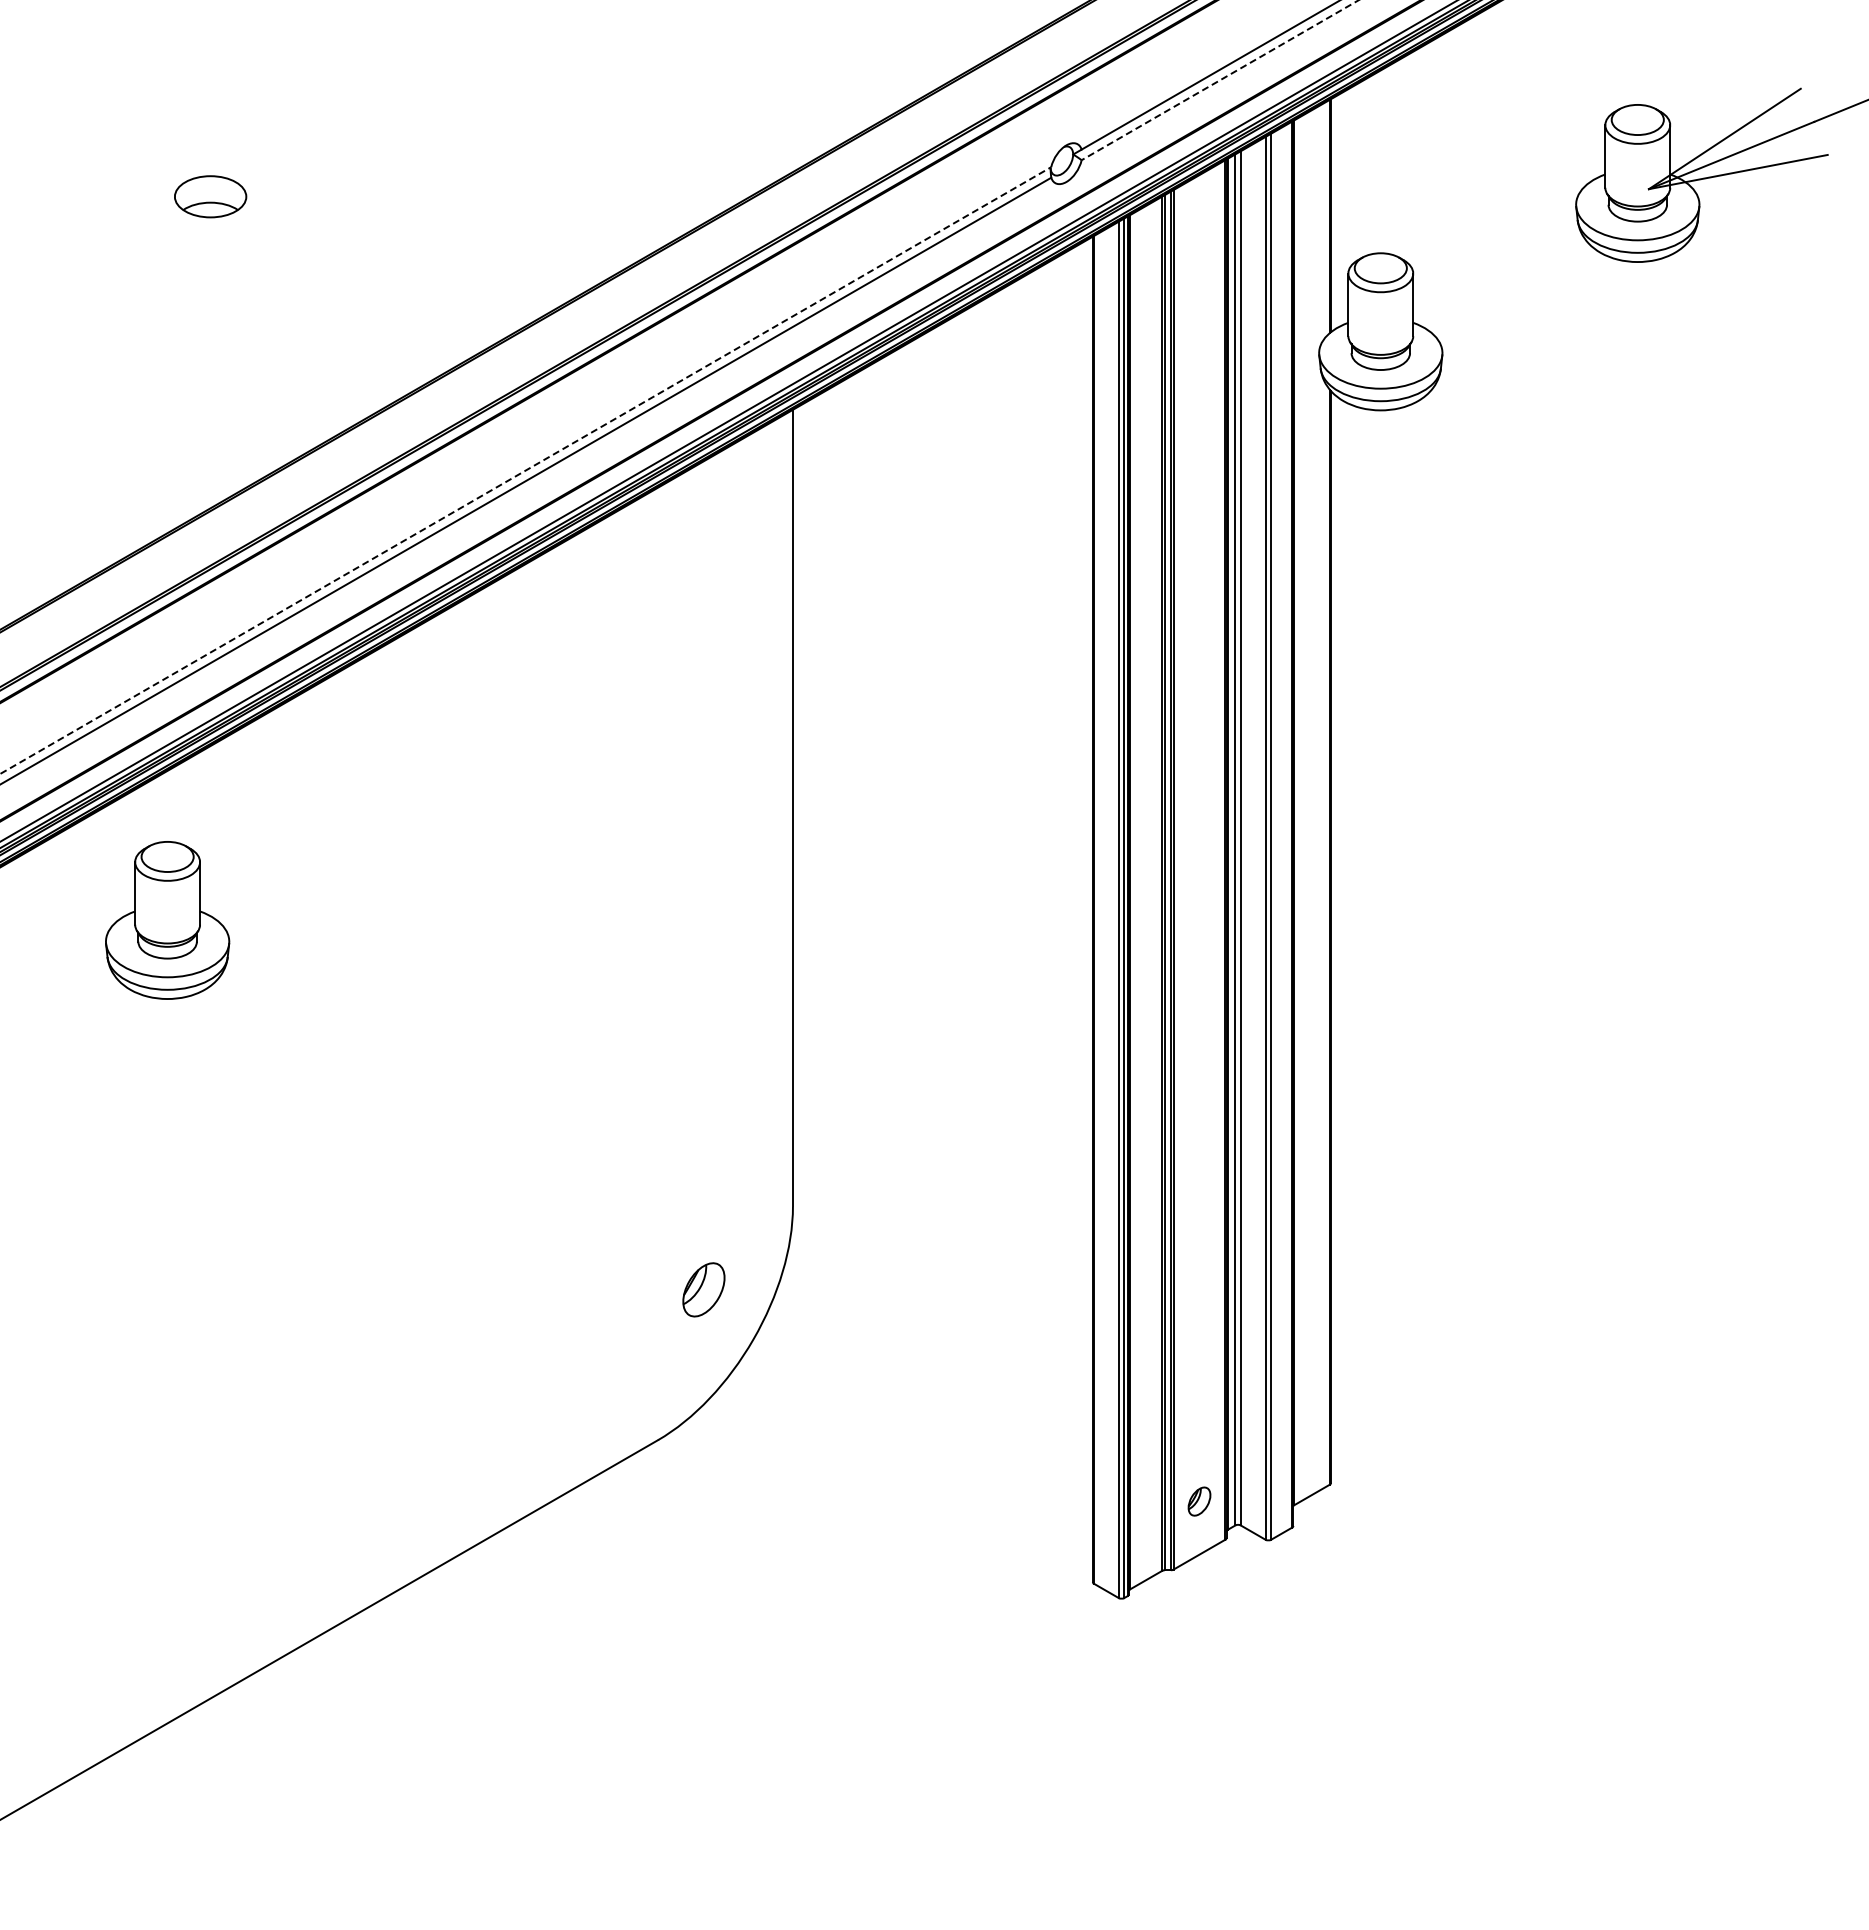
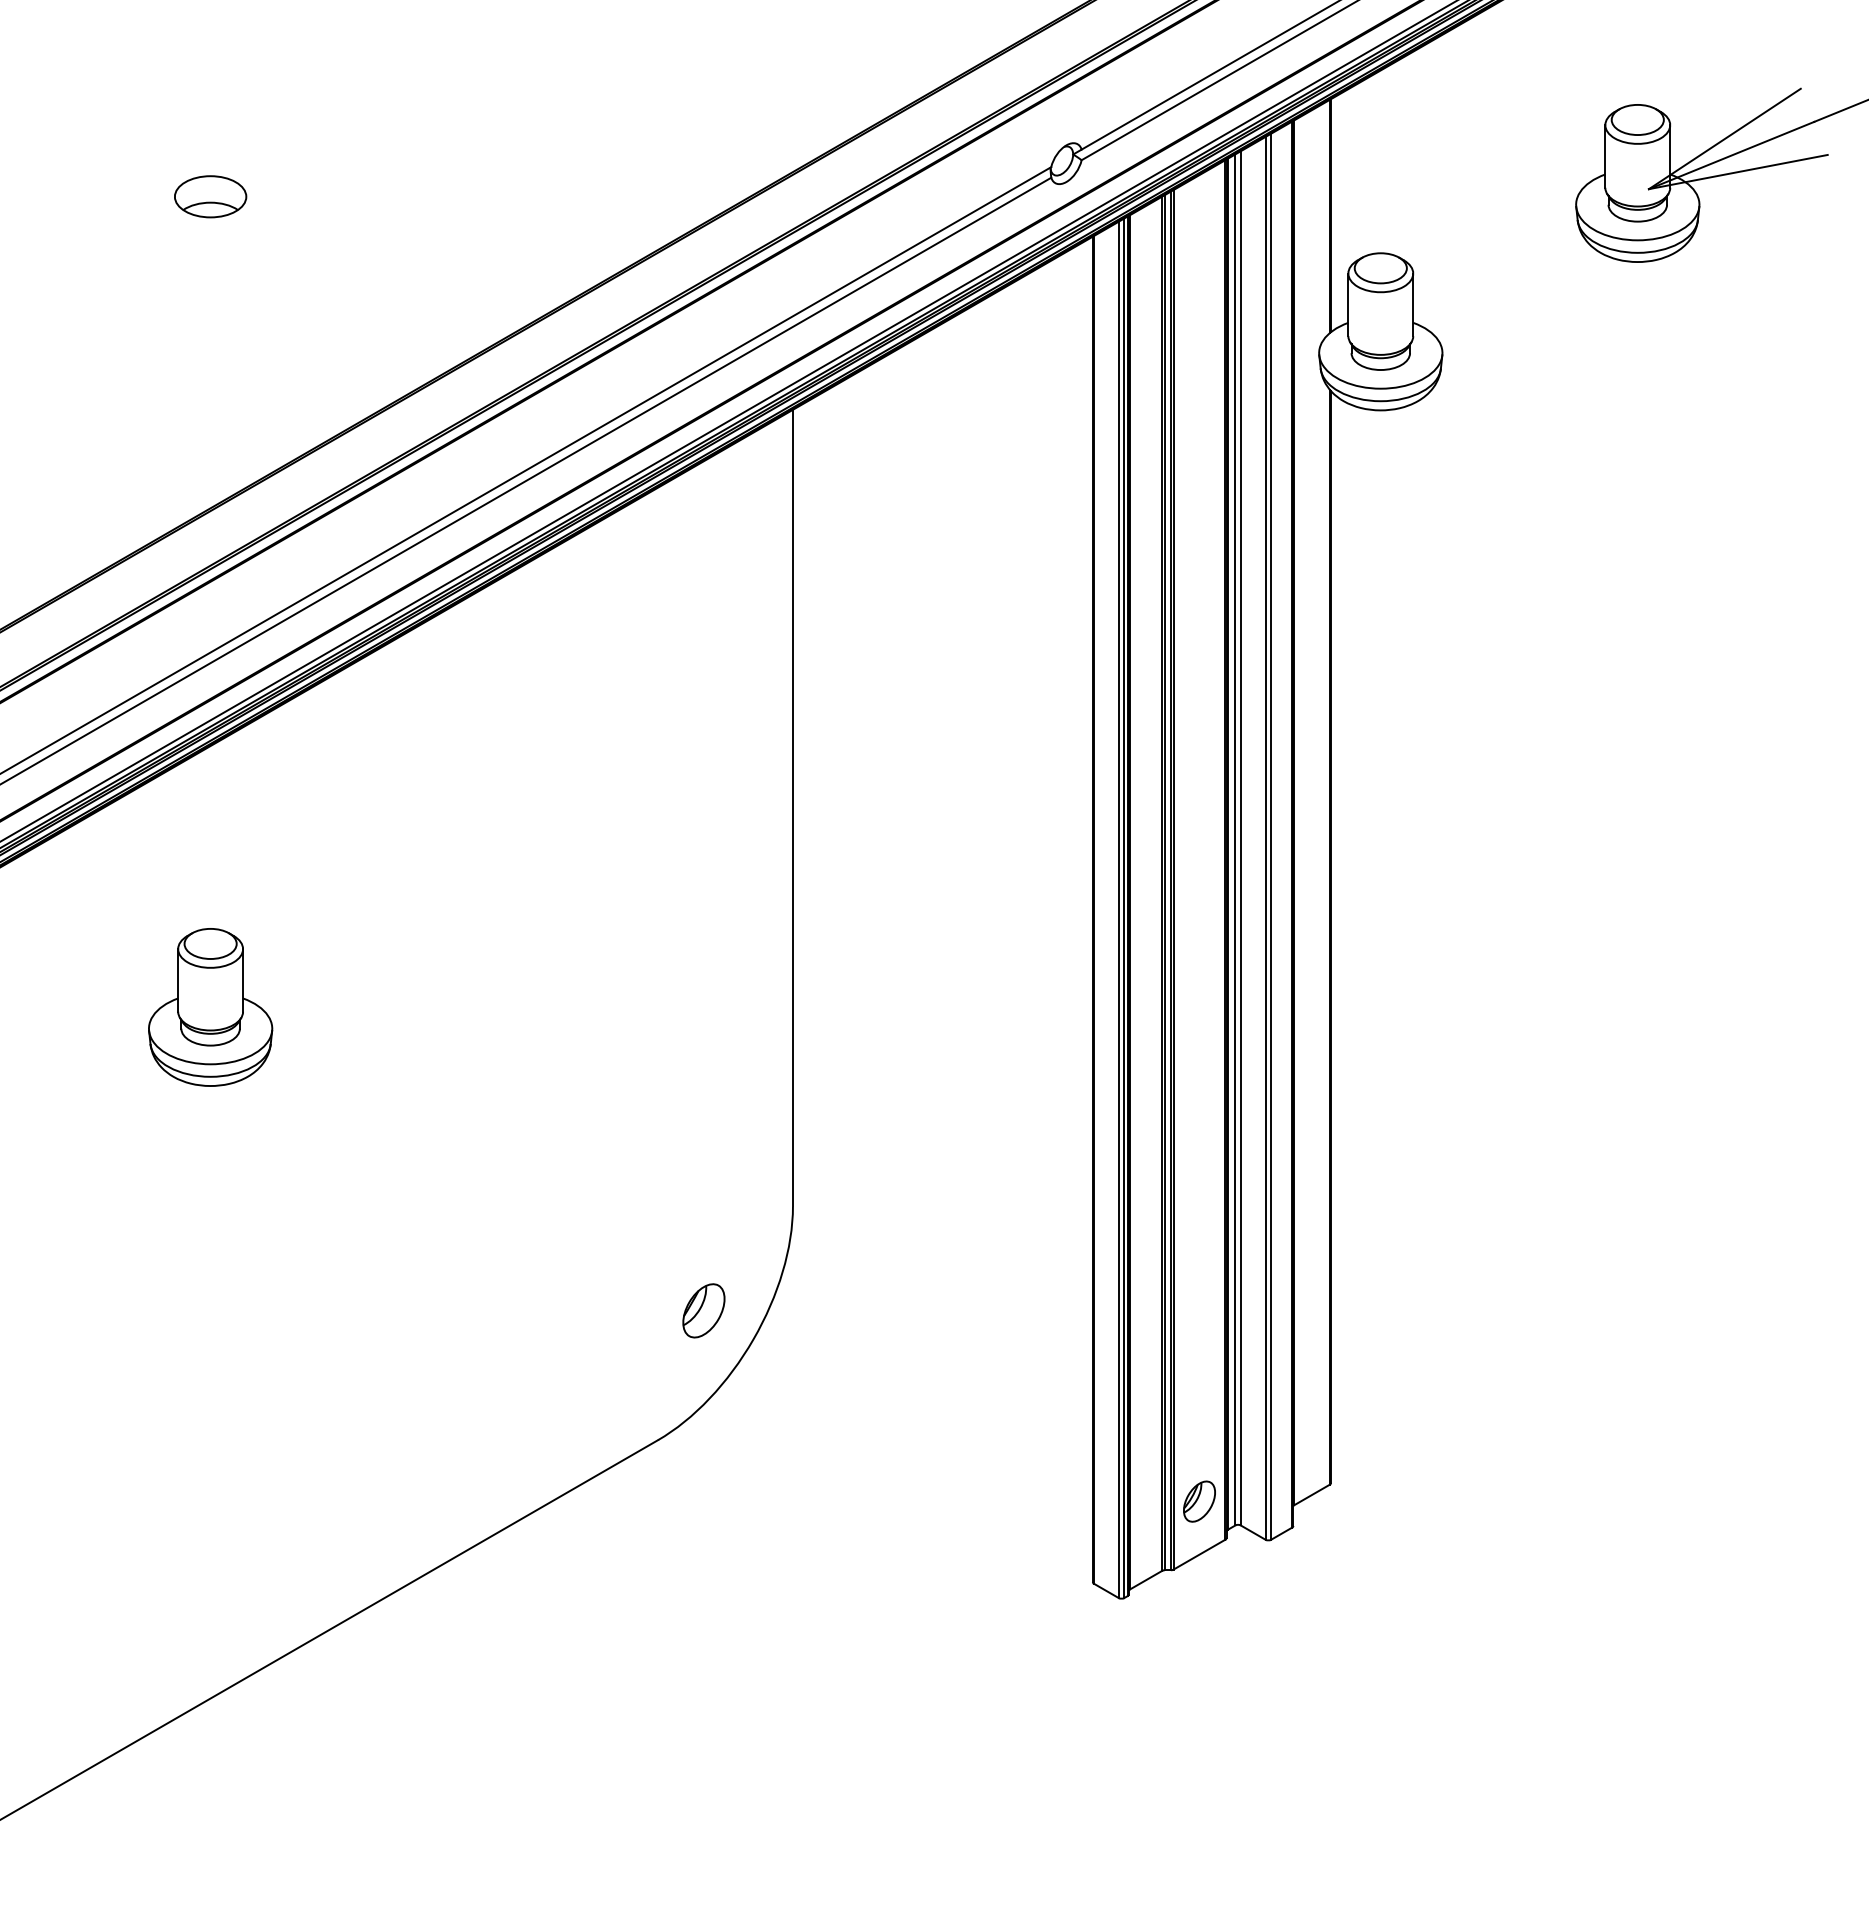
line at (1220, 80): dashed -> solid
line at (525, 470): dashed -> solid
part at (167, 920) position: (167, 920) -> (210, 1007)
part at (703, 1289) position: (703, 1289) -> (703, 1310)
part at (1199, 1501) size: 25x31 px -> 33x43 px
